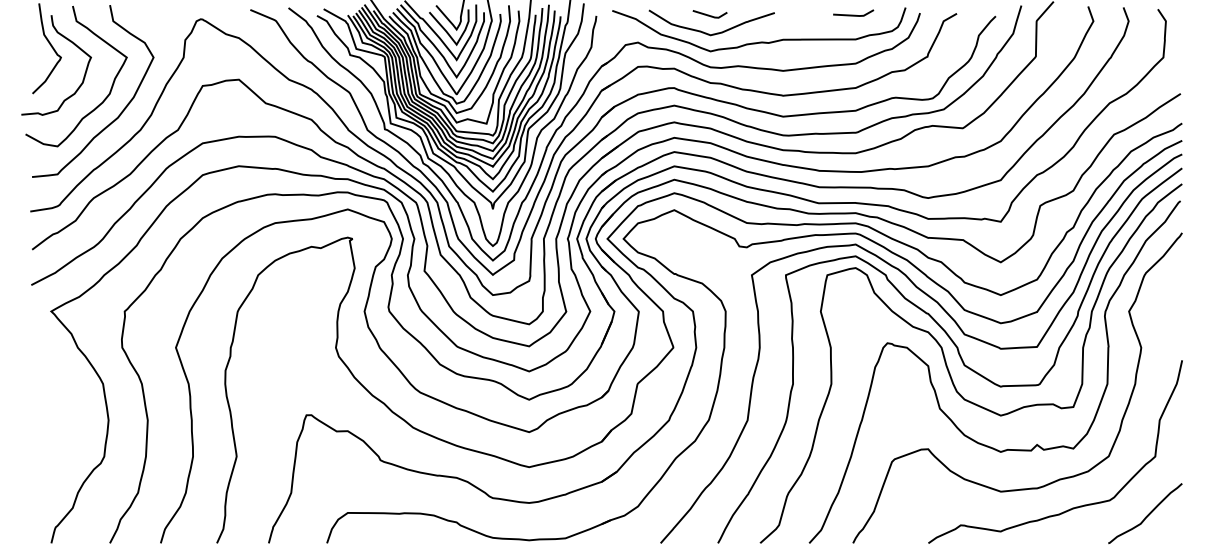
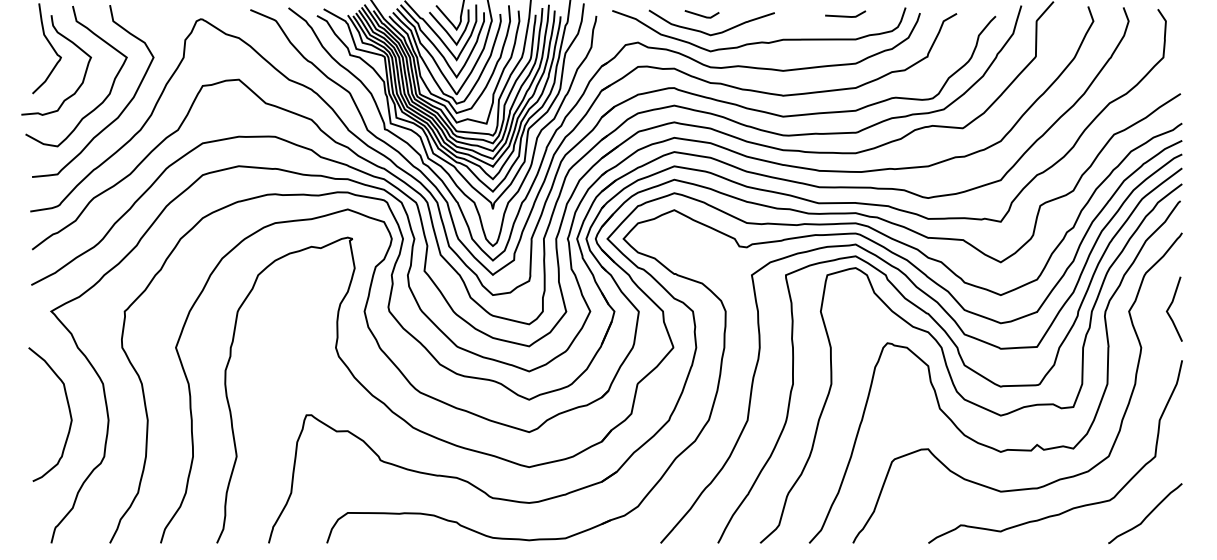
line at (709, 14) position: (709, 14) -> (701, 14)
line at (853, 14) position: (853, 14) -> (845, 15)
line at (1170, 307): none -> present
curve at (68, 410): none -> present
